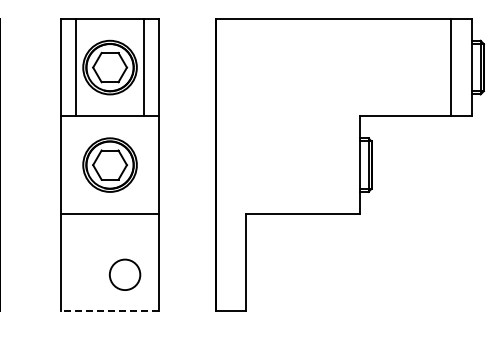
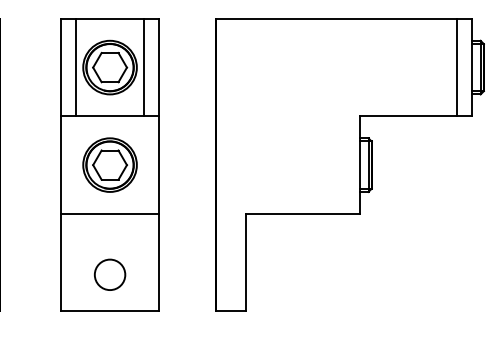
line at (451, 67) position: (451, 67) -> (457, 67)
circle at (125, 274) position: (125, 274) -> (110, 274)
line at (110, 311): dashed -> solid
